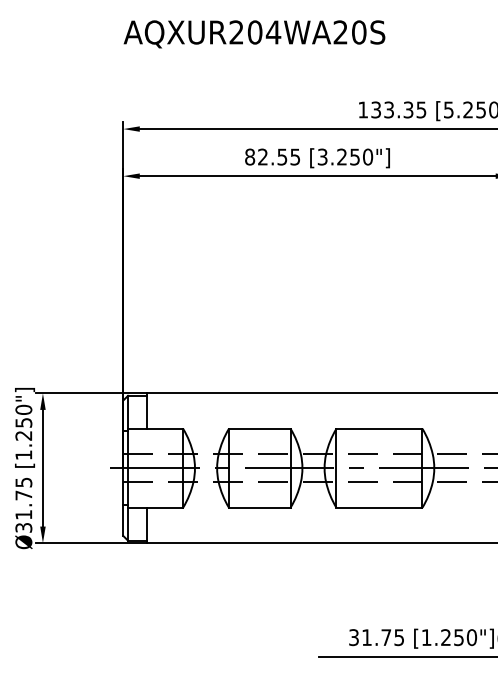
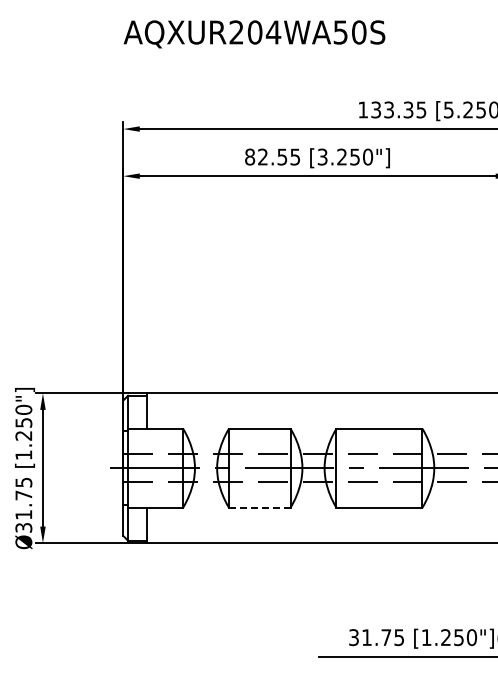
text at (340, 32): AQXUR204WA20S -> AQXUR204WA50S
line at (259, 507): solid -> dashed
